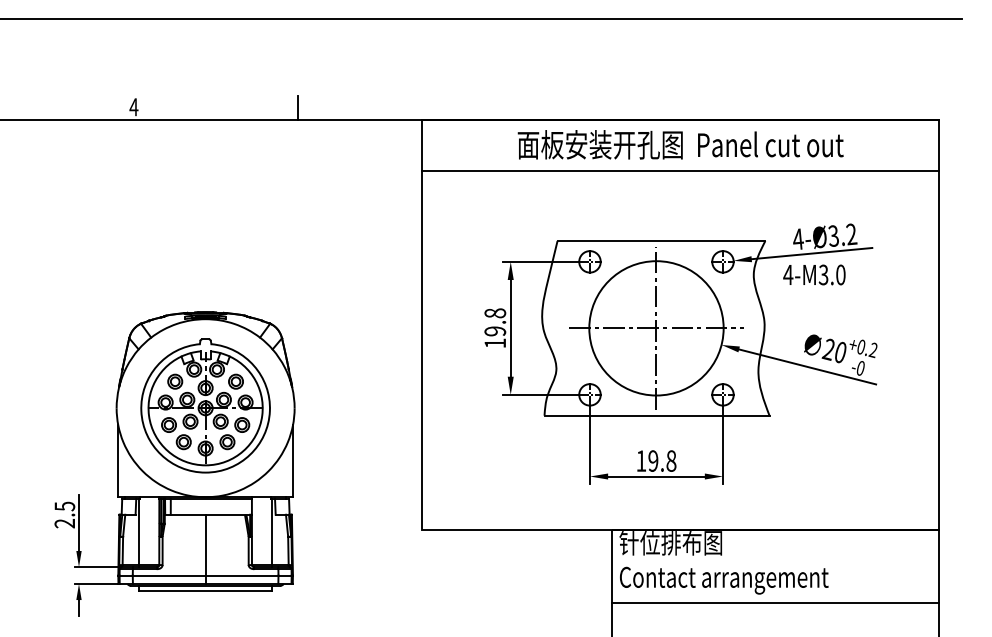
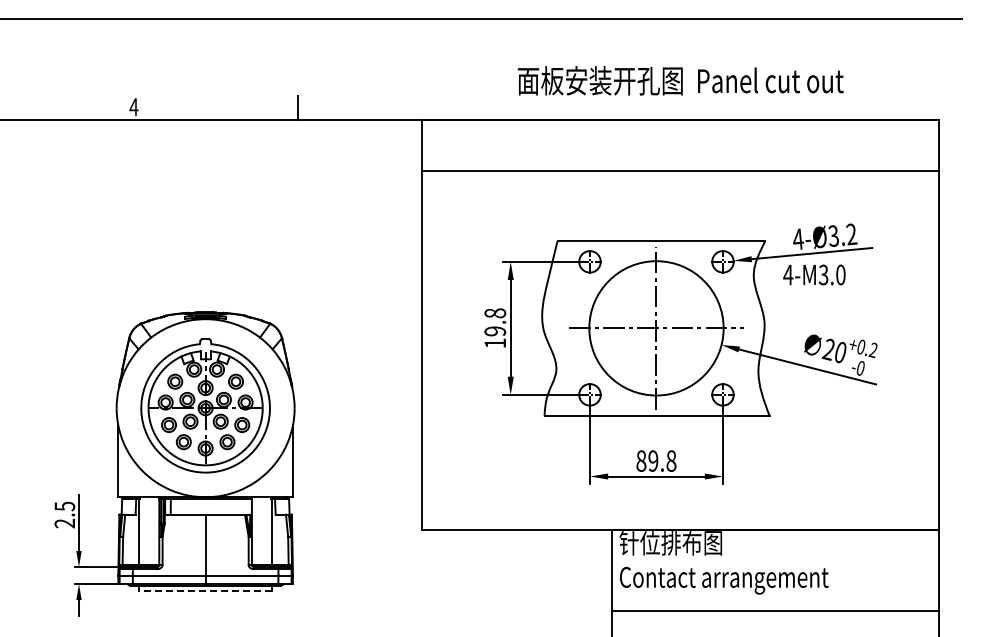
text at (680, 144) position: (680, 144) -> (680, 80)
text at (641, 460): 19.8 -> 89.8
line at (205, 590): solid -> dashed
line at (775, 602) position: (775, 602) -> (775, 610)
